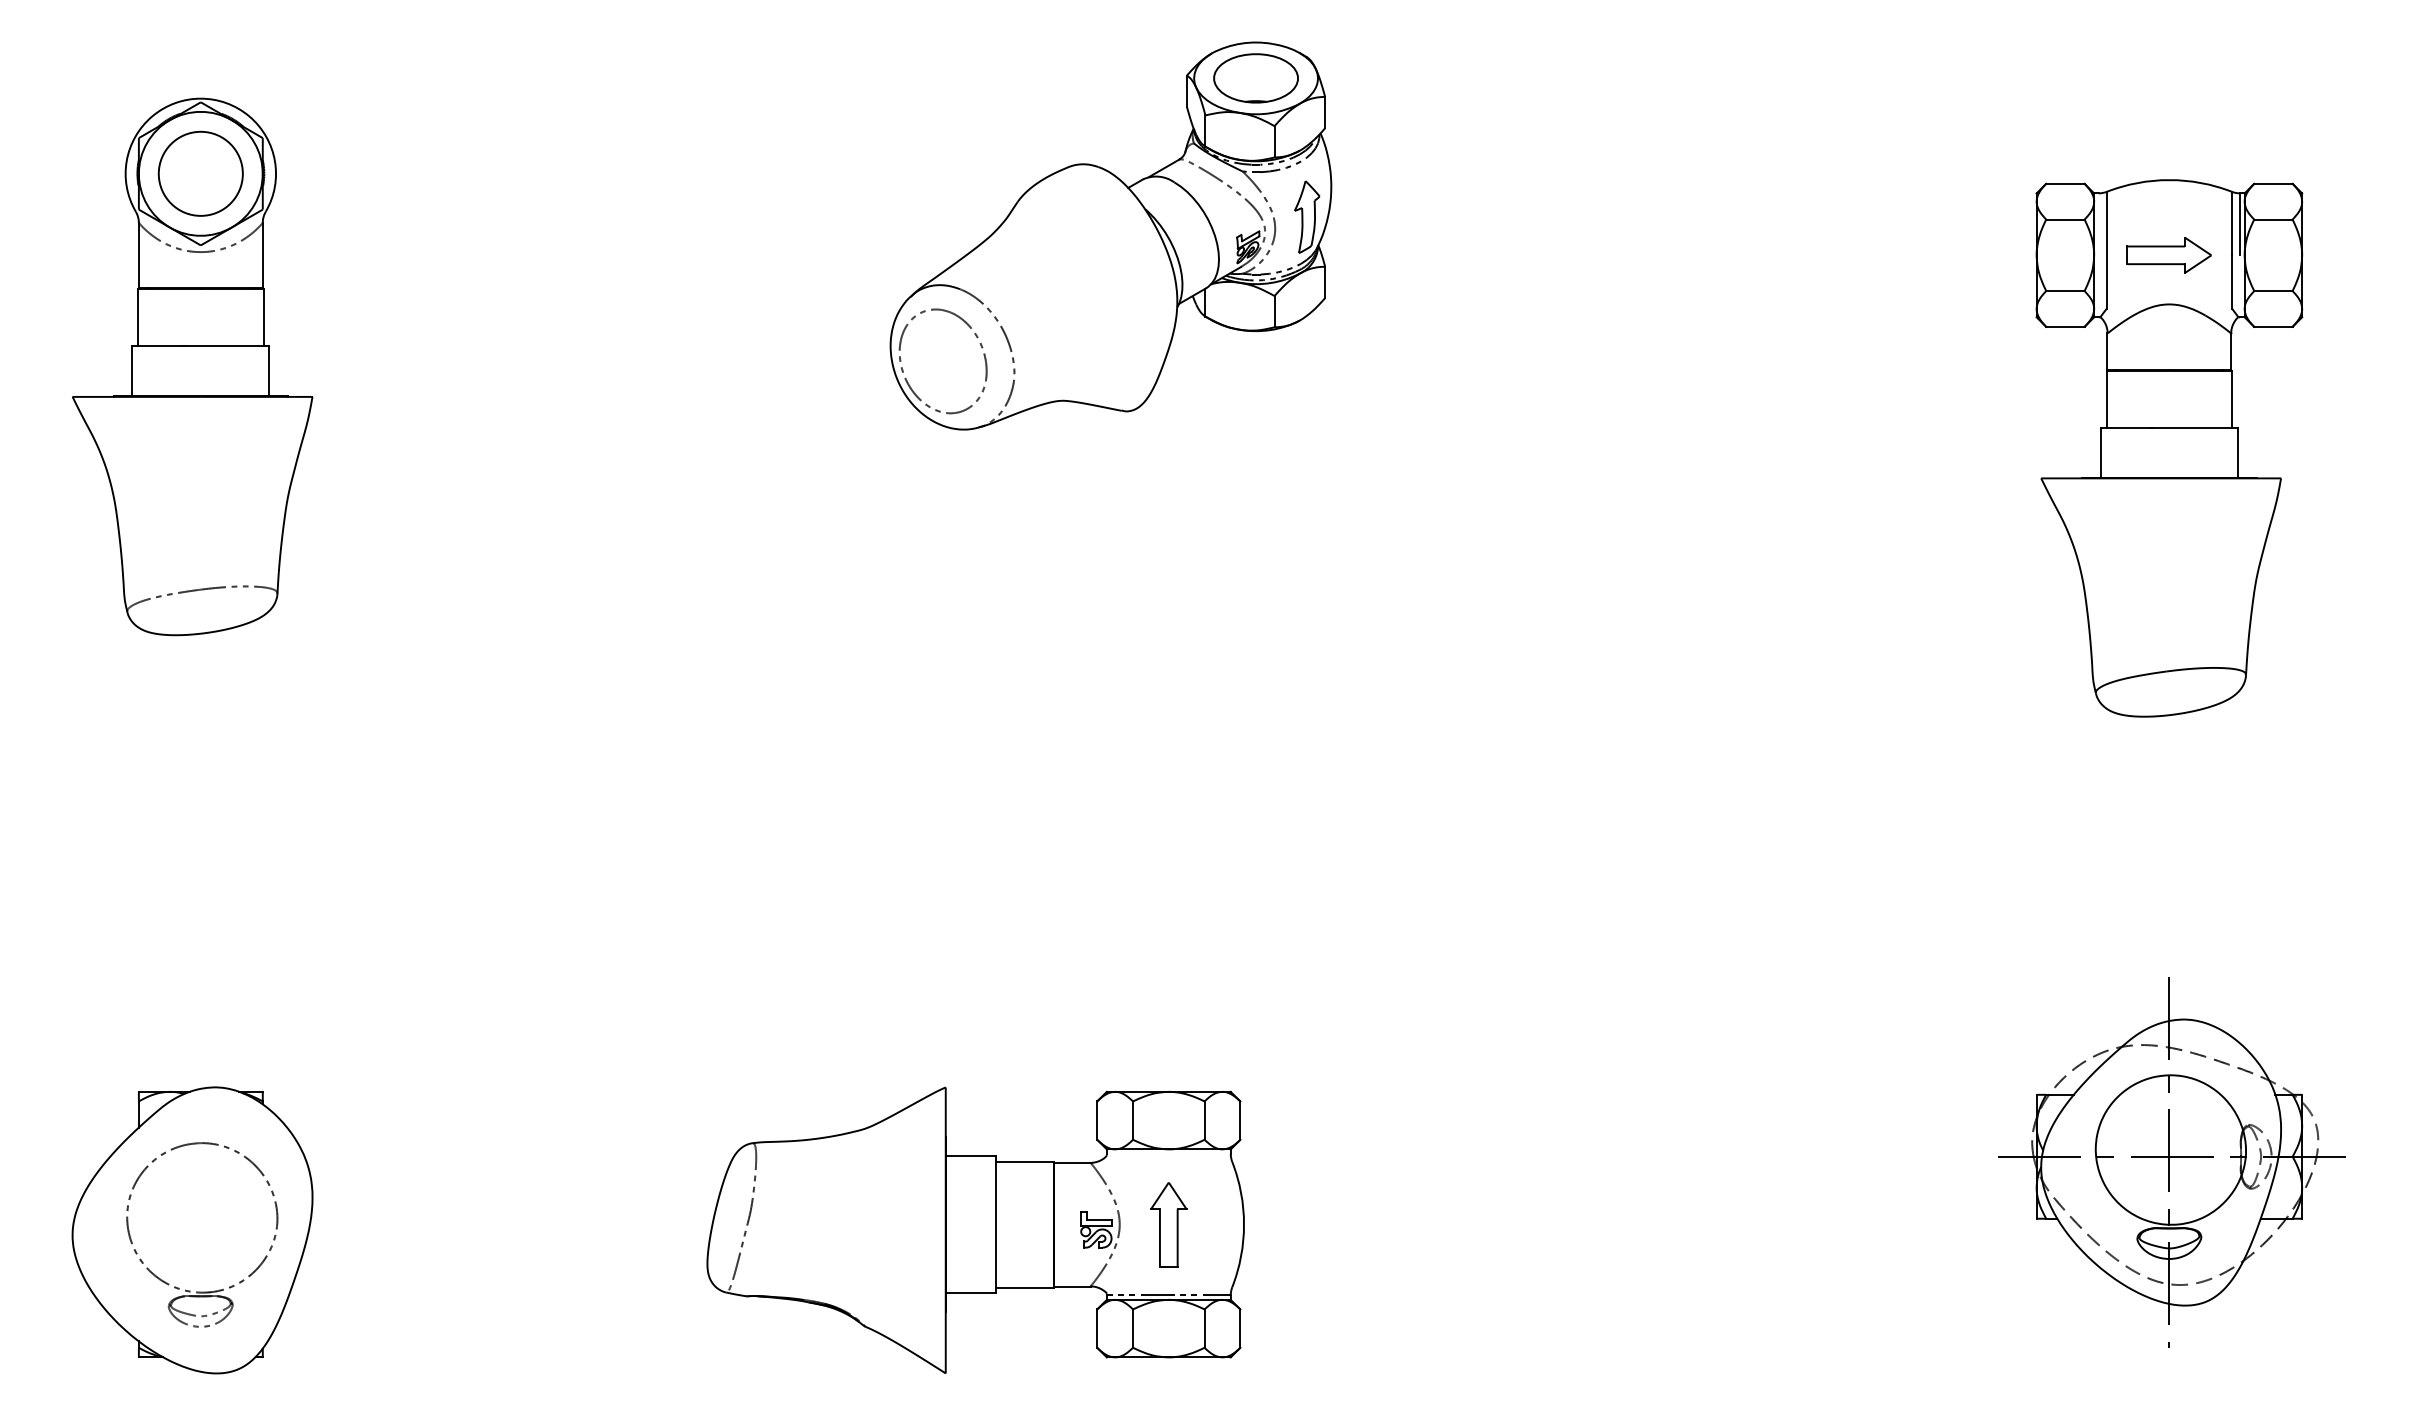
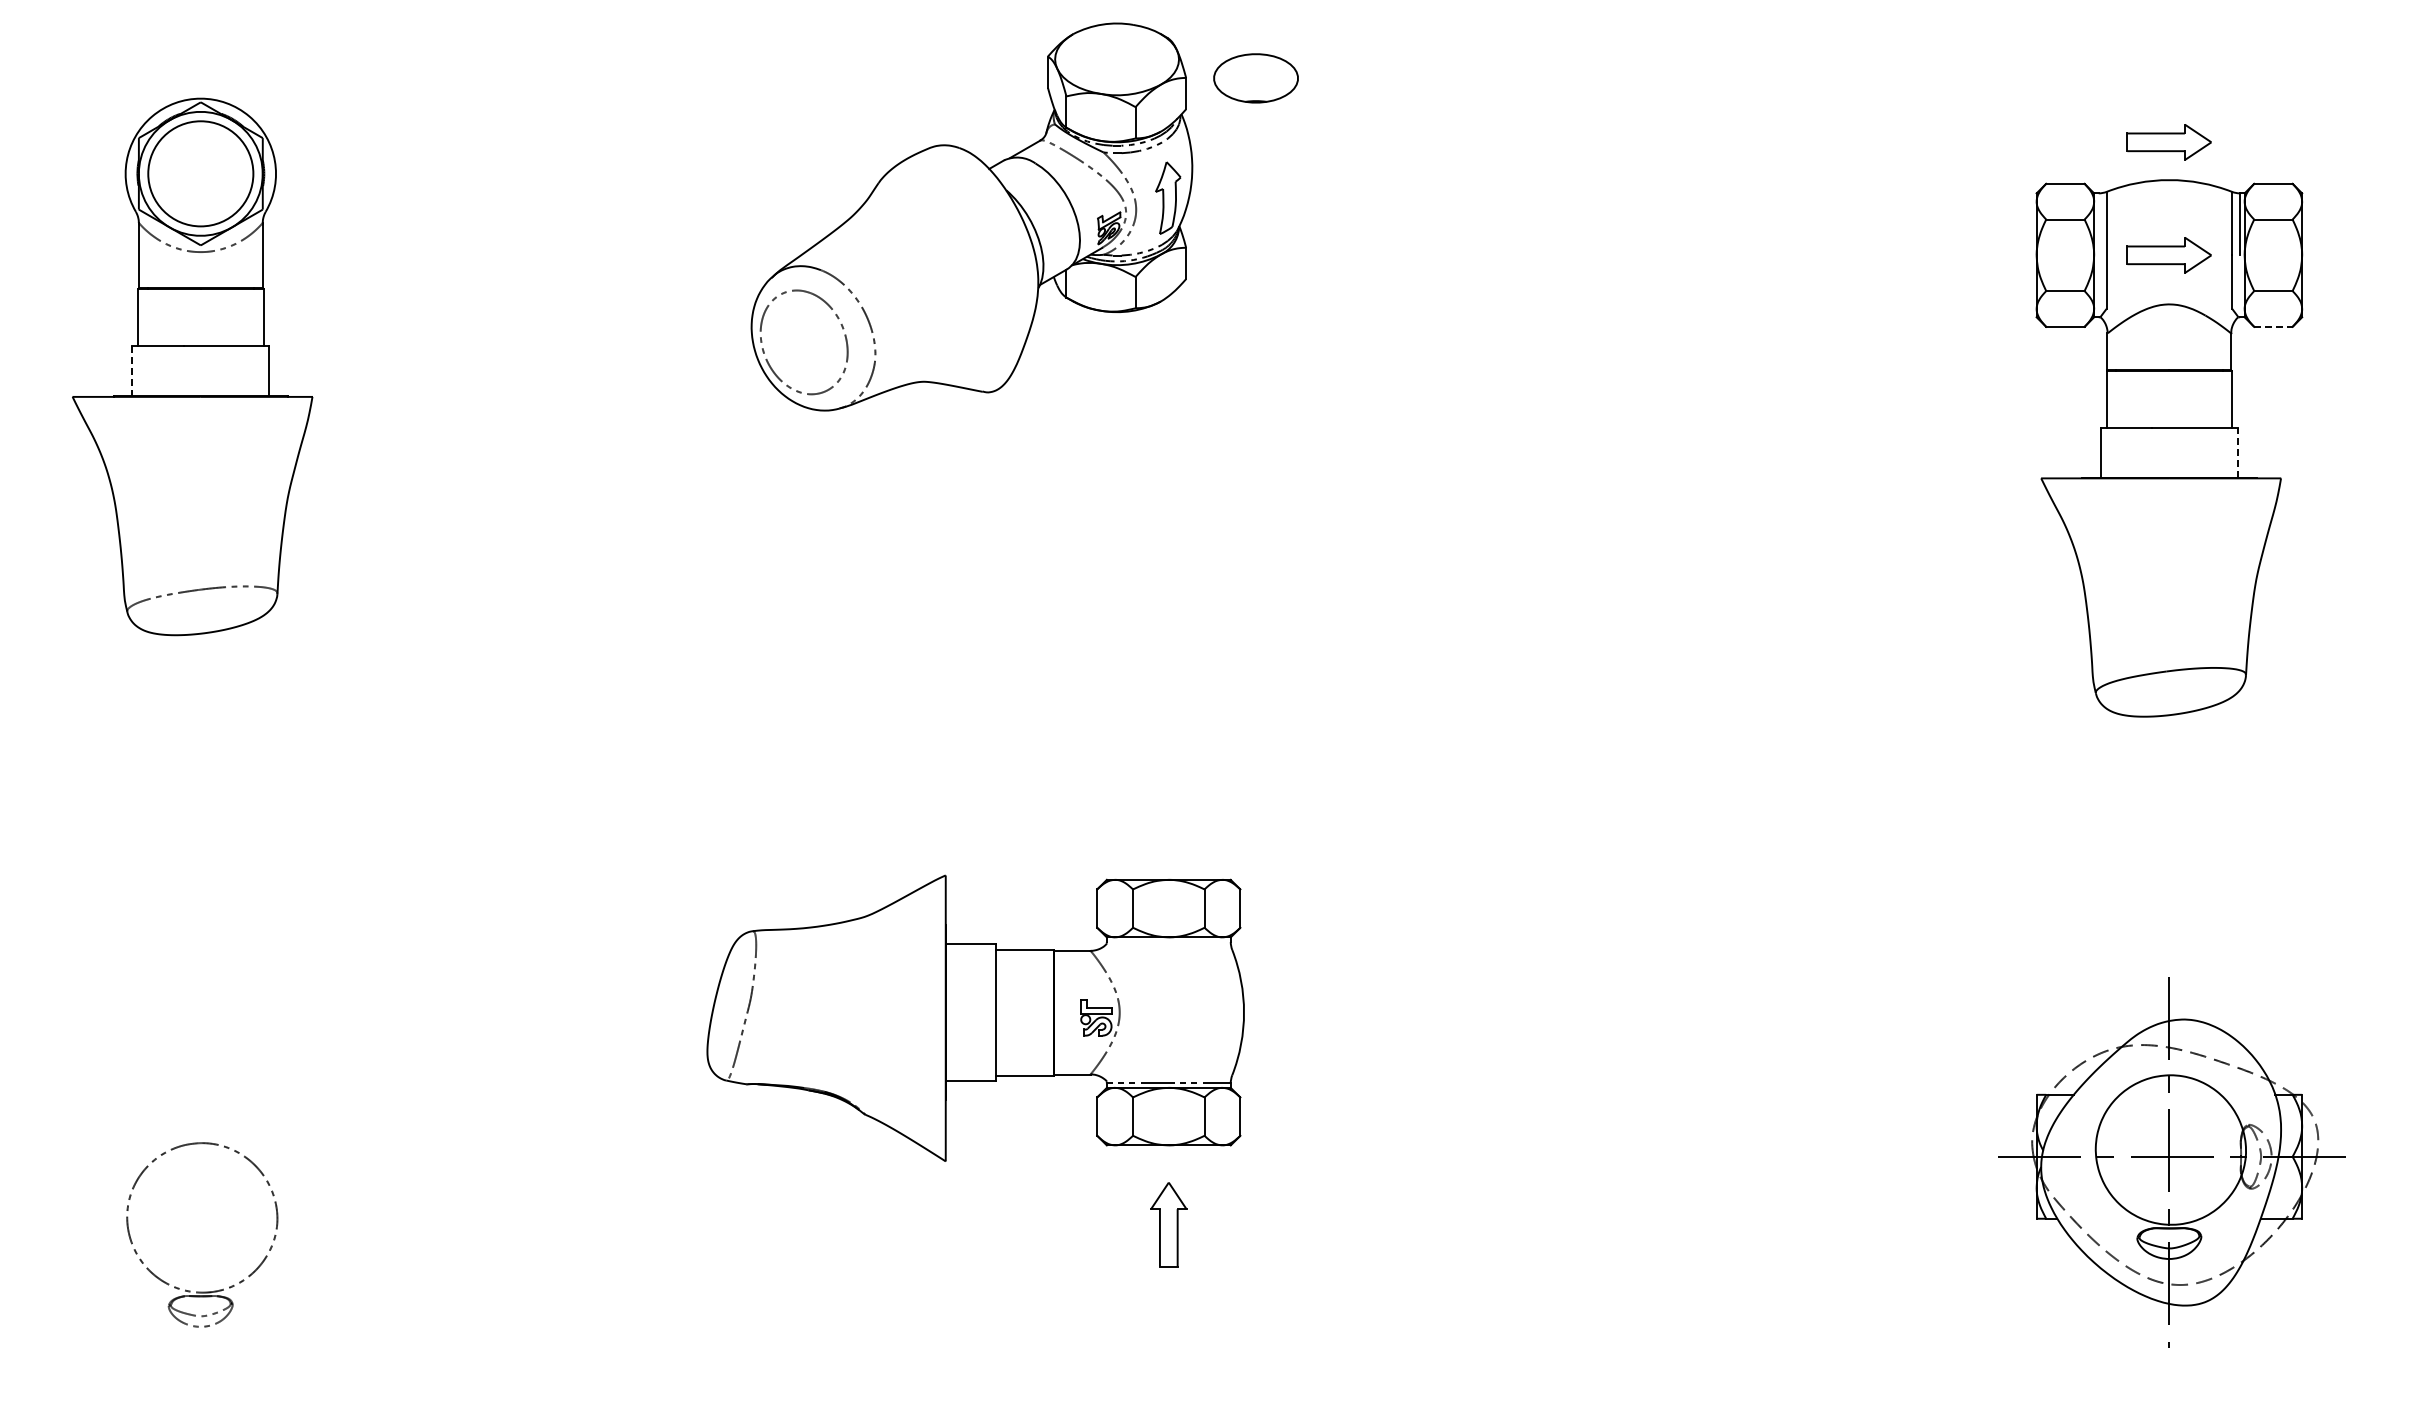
part at (2168, 142): none -> present
circle at (200, 173) diameter: 84 px -> 105 px
part at (1110, 235) position: (1110, 235) -> (971, 216)
line at (2273, 326): solid -> dashed
line at (132, 371): solid -> dashed
line at (2238, 452): solid -> dashed
part at (975, 1229) position: (975, 1229) -> (975, 1017)
part at (192, 1230): present -> none
